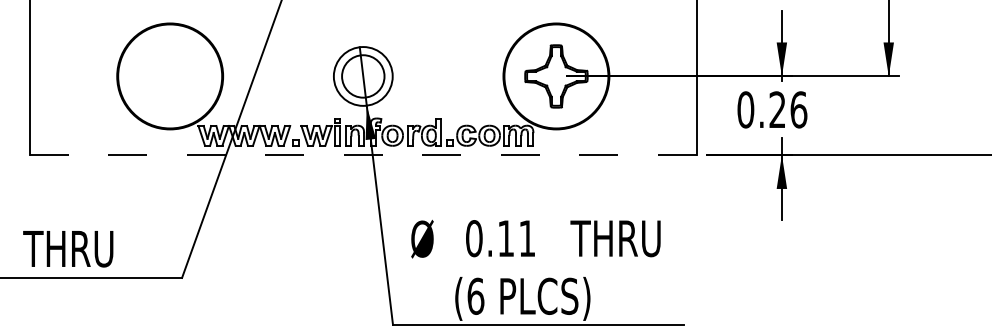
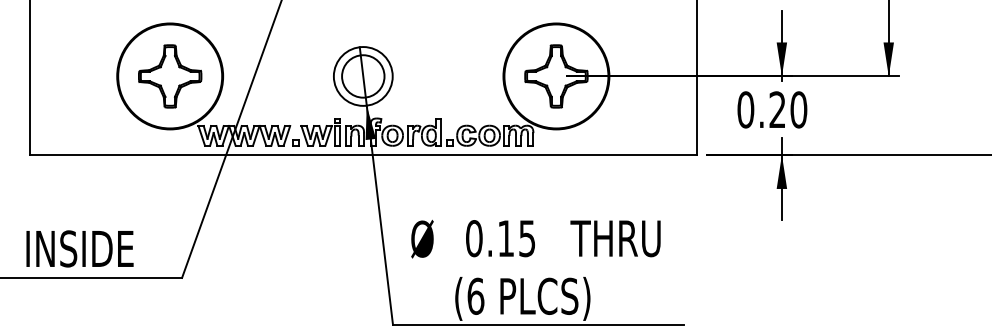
part at (170, 76): none -> present
text at (798, 109): 0.26 -> 0.20
line at (363, 154): dashed -> solid
text at (527, 238): 0.11 -> 0.15
text at (78, 248): THRU -> INSIDE
